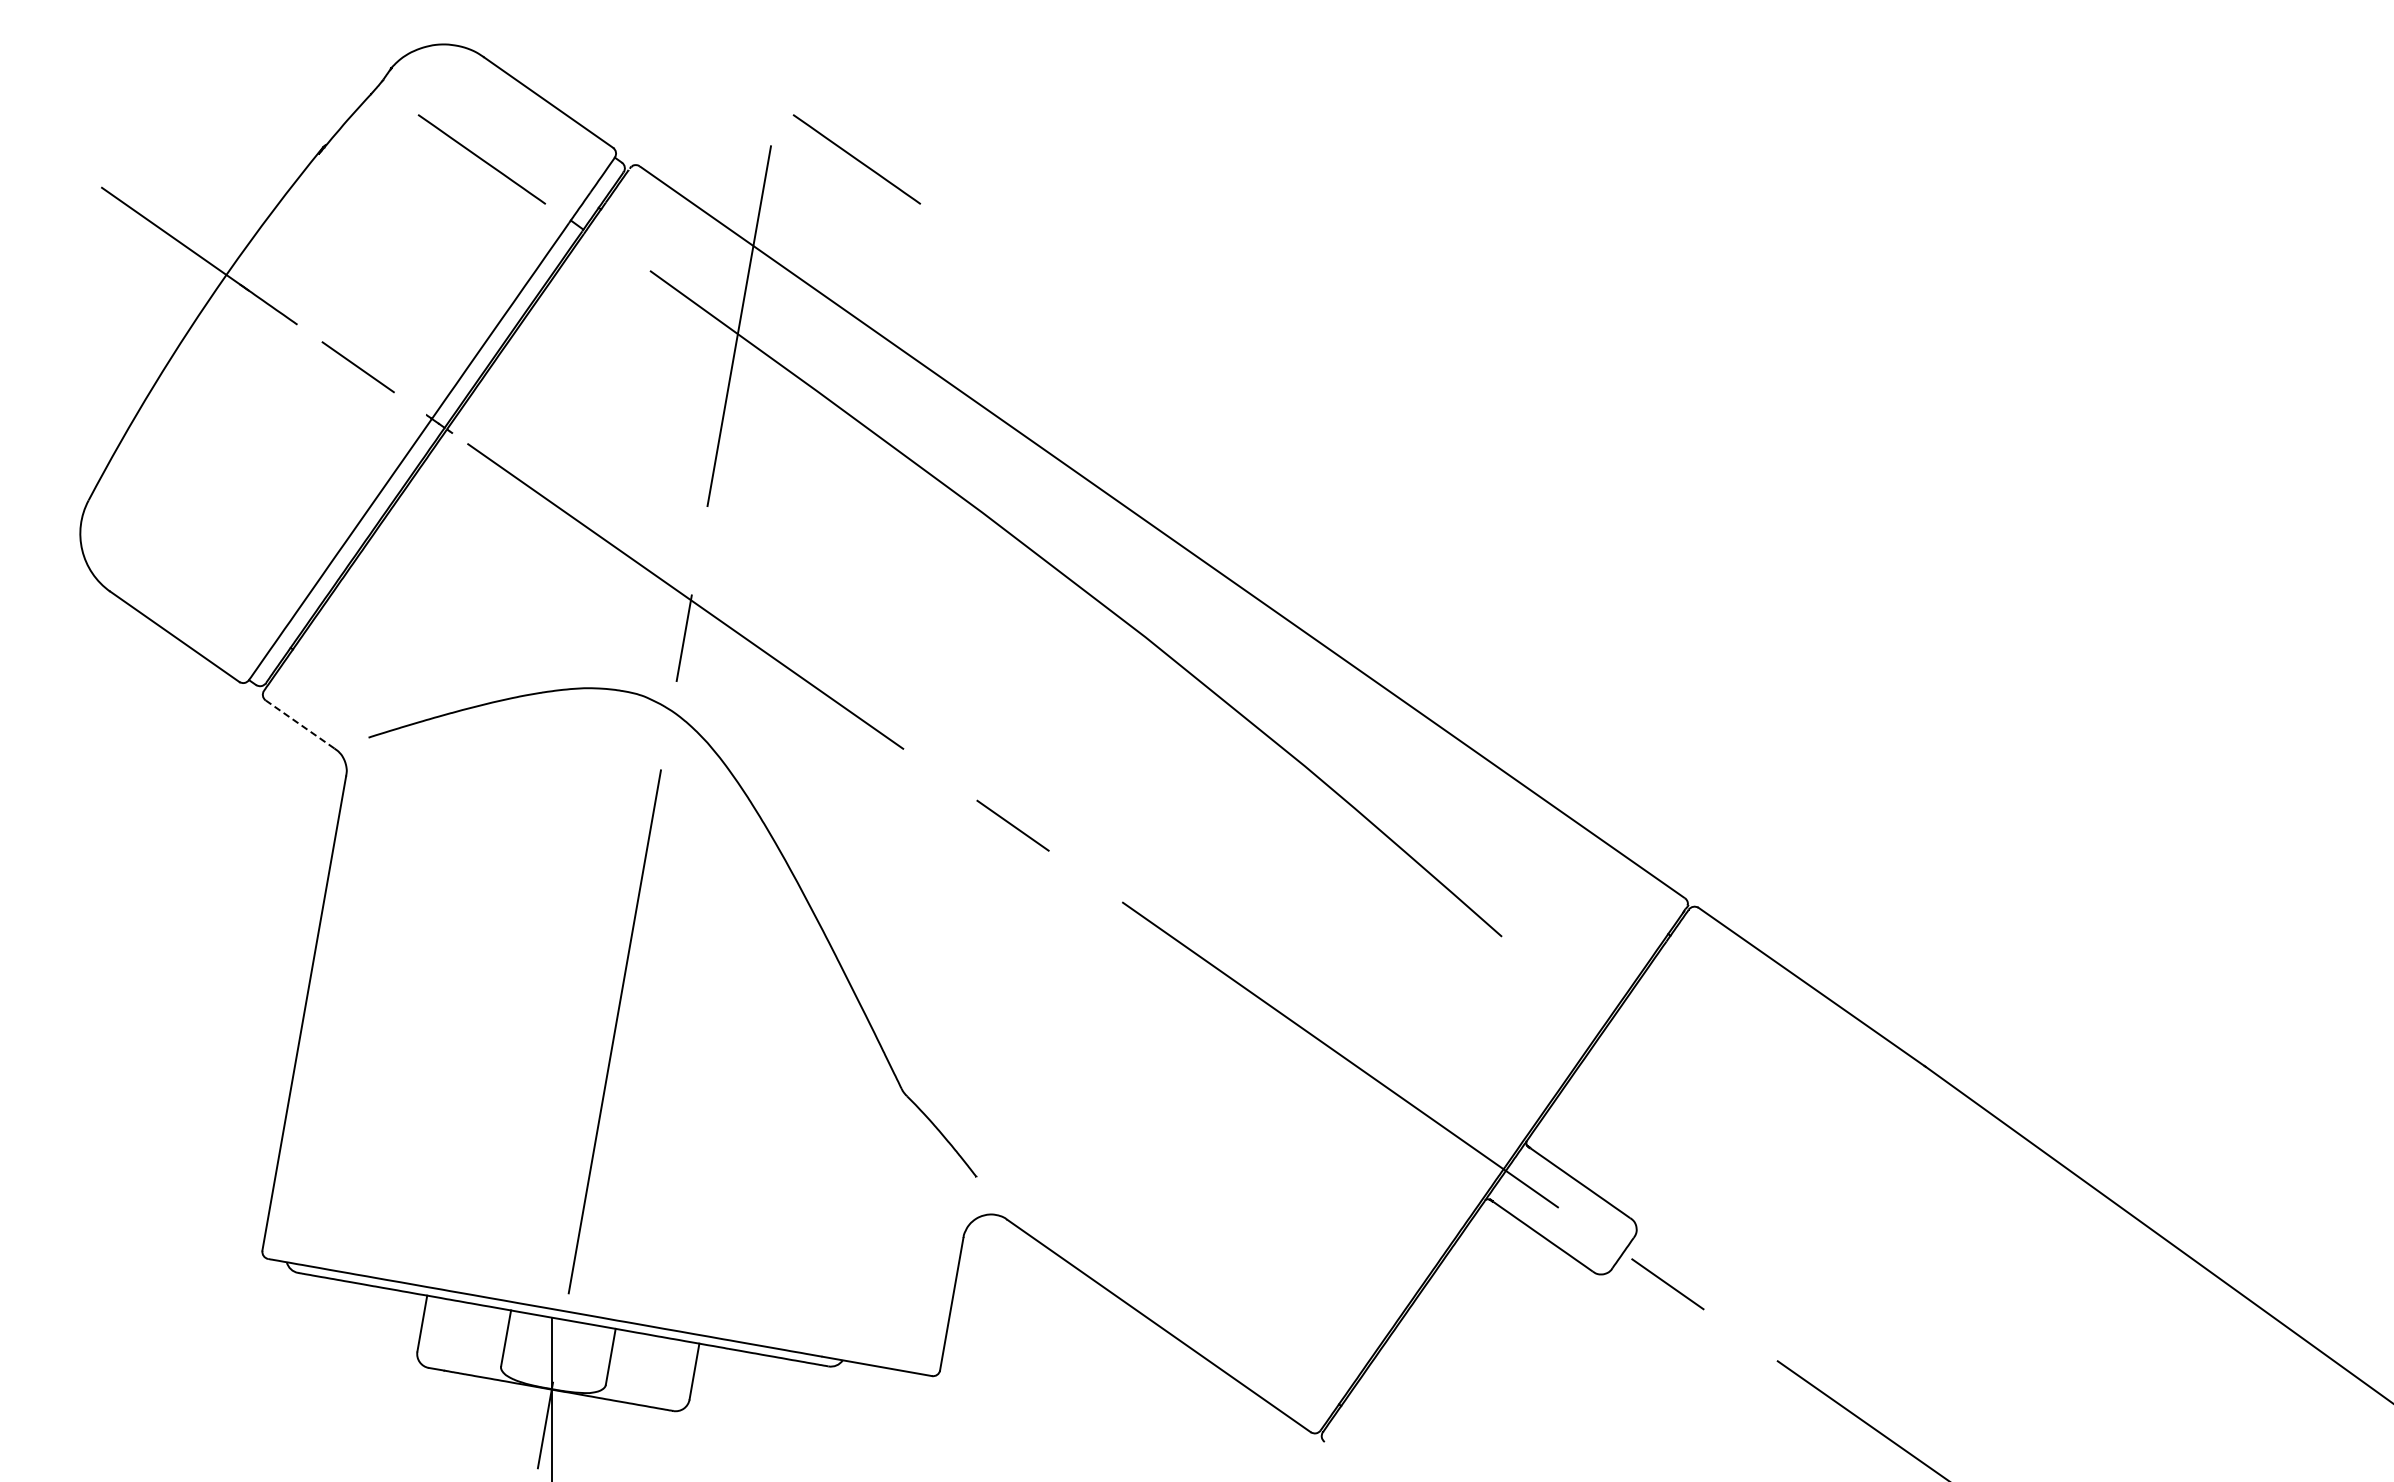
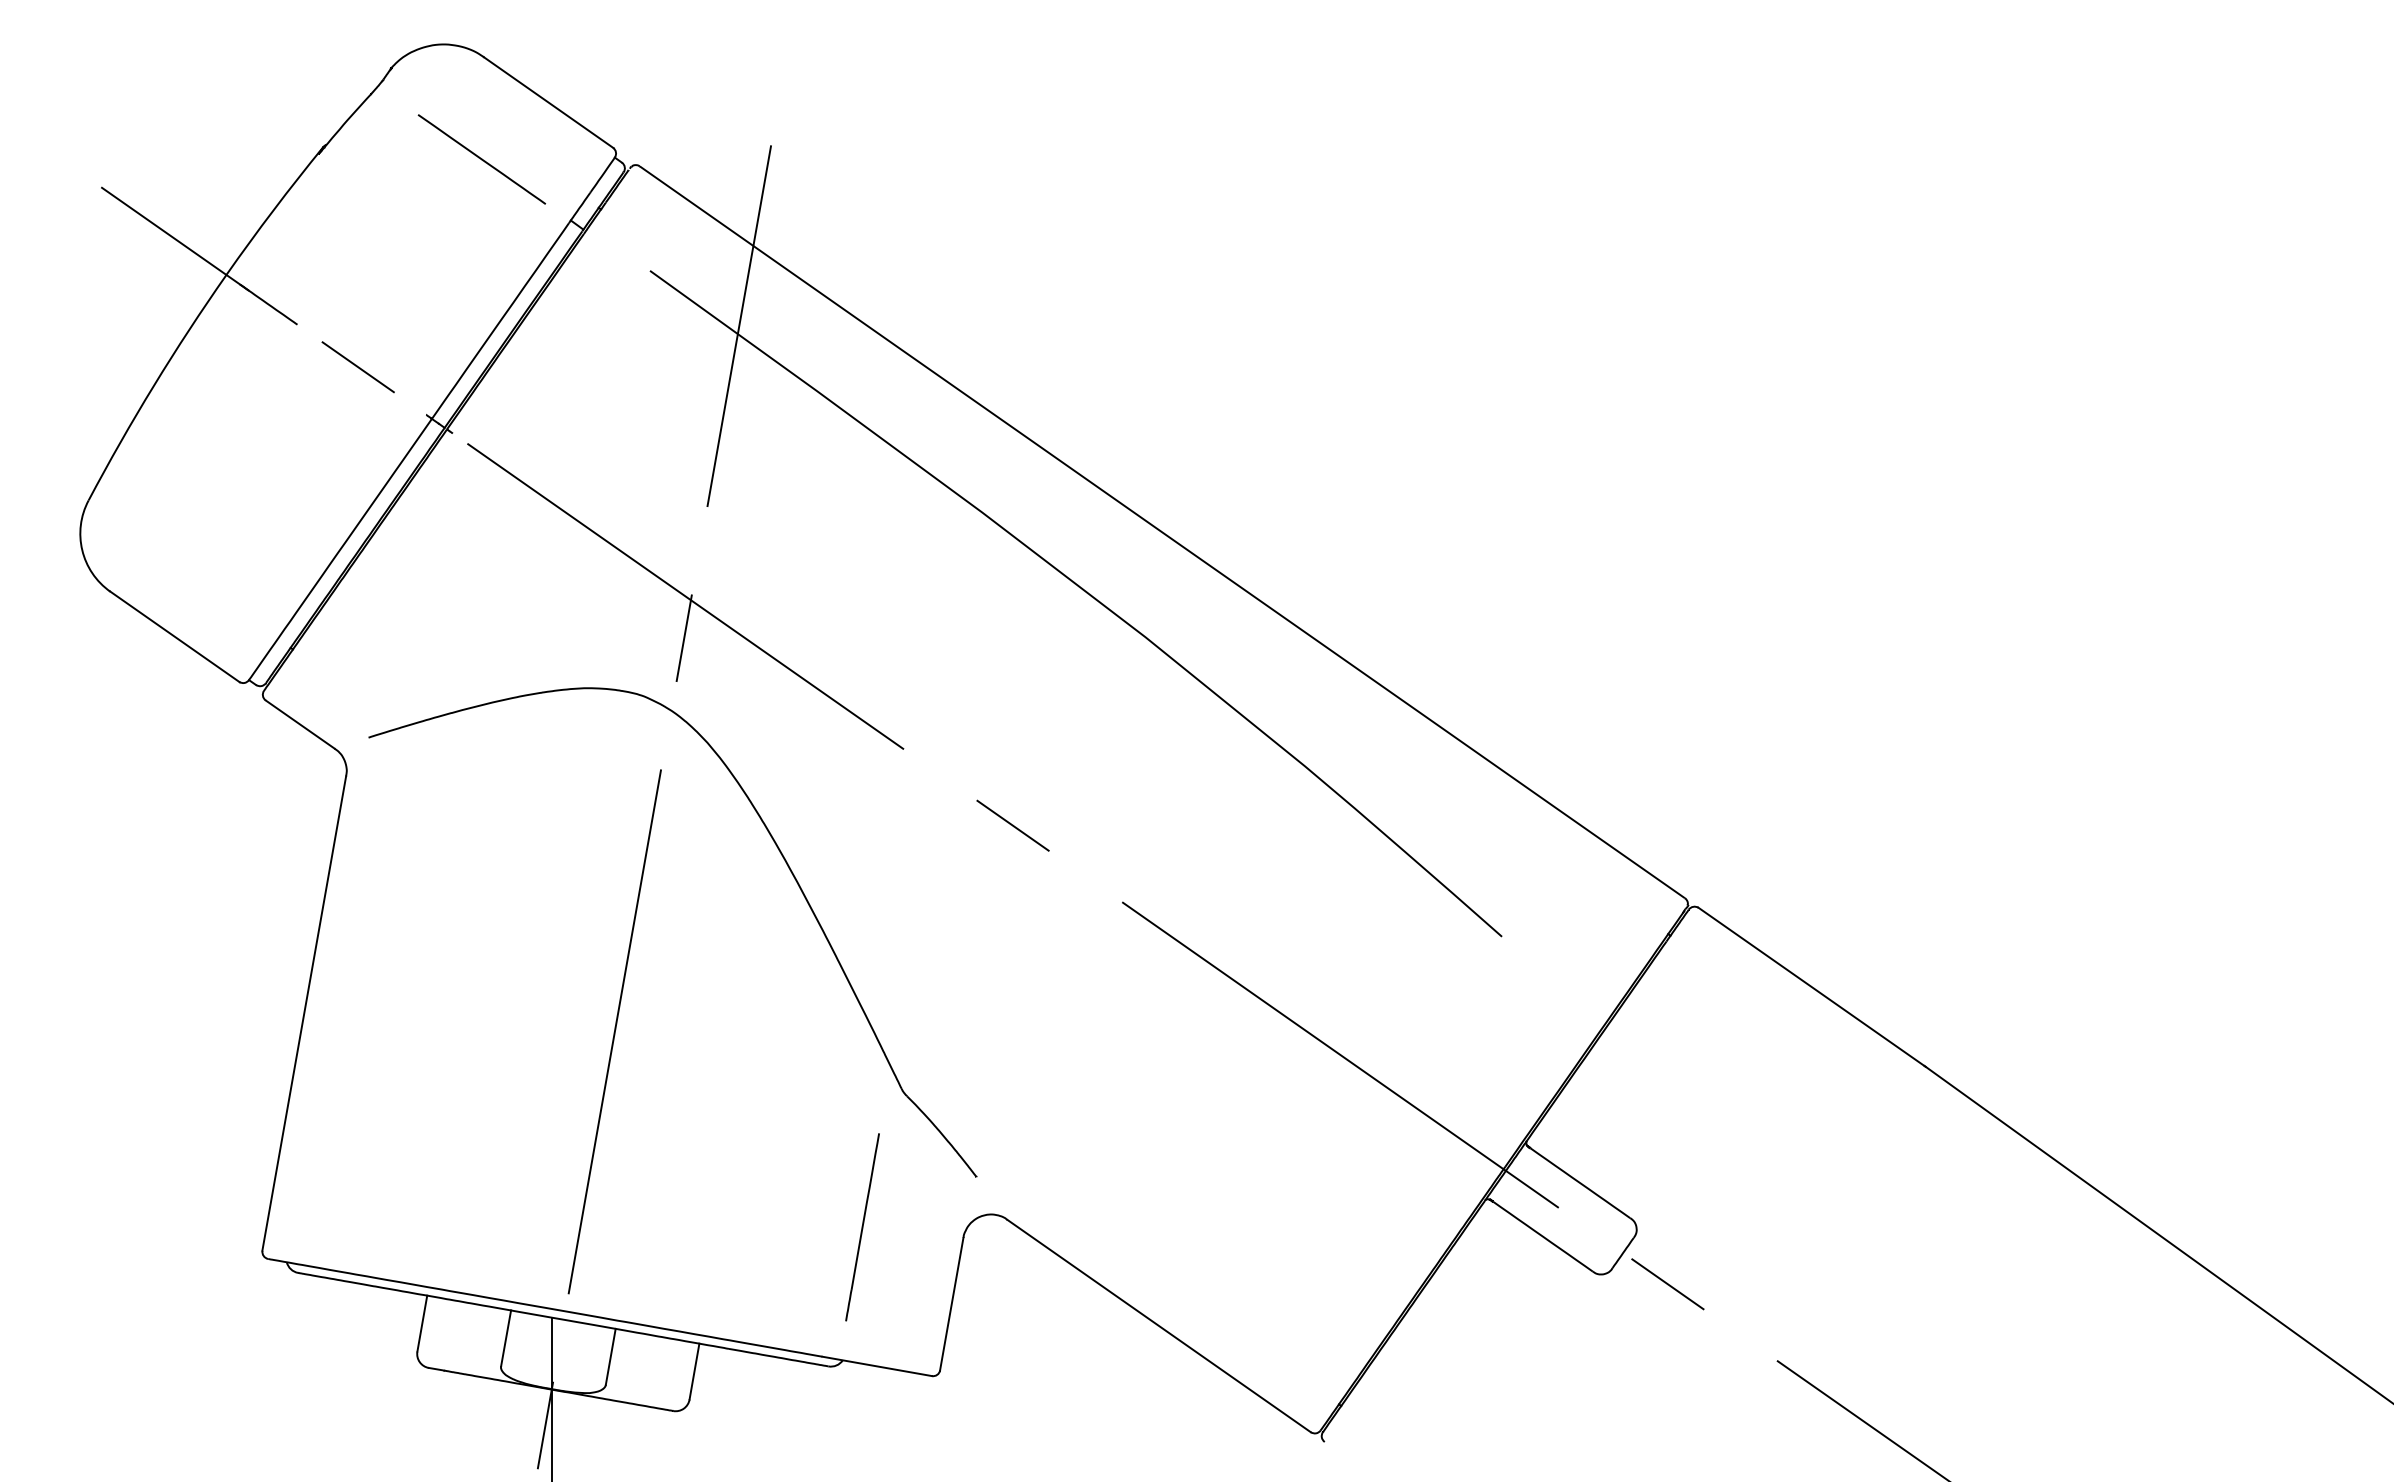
line at (856, 159): present -> none
line at (300, 724): dashed -> solid
line at (862, 1227): none -> present
